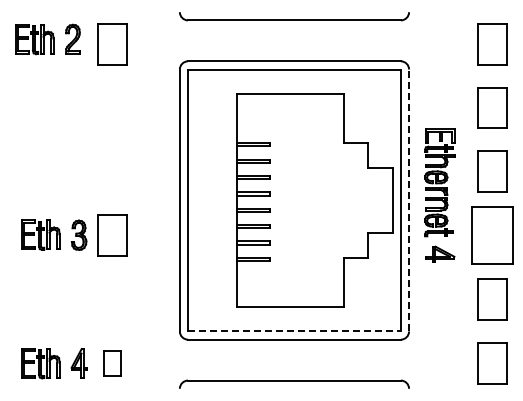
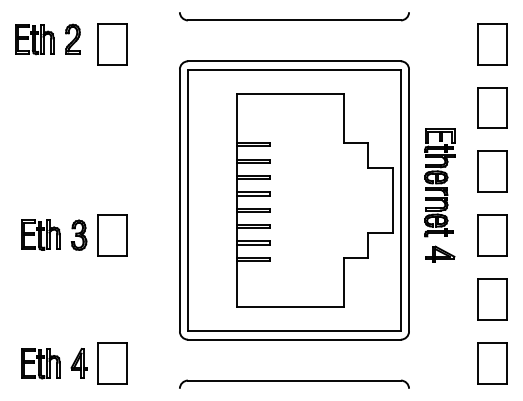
line at (409, 200): dashed -> solid
part at (492, 235) size: 43x59 px -> 31x43 px
line at (294, 331): dashed -> solid
part at (112, 363) size: 19x27 px -> 31x43 px
